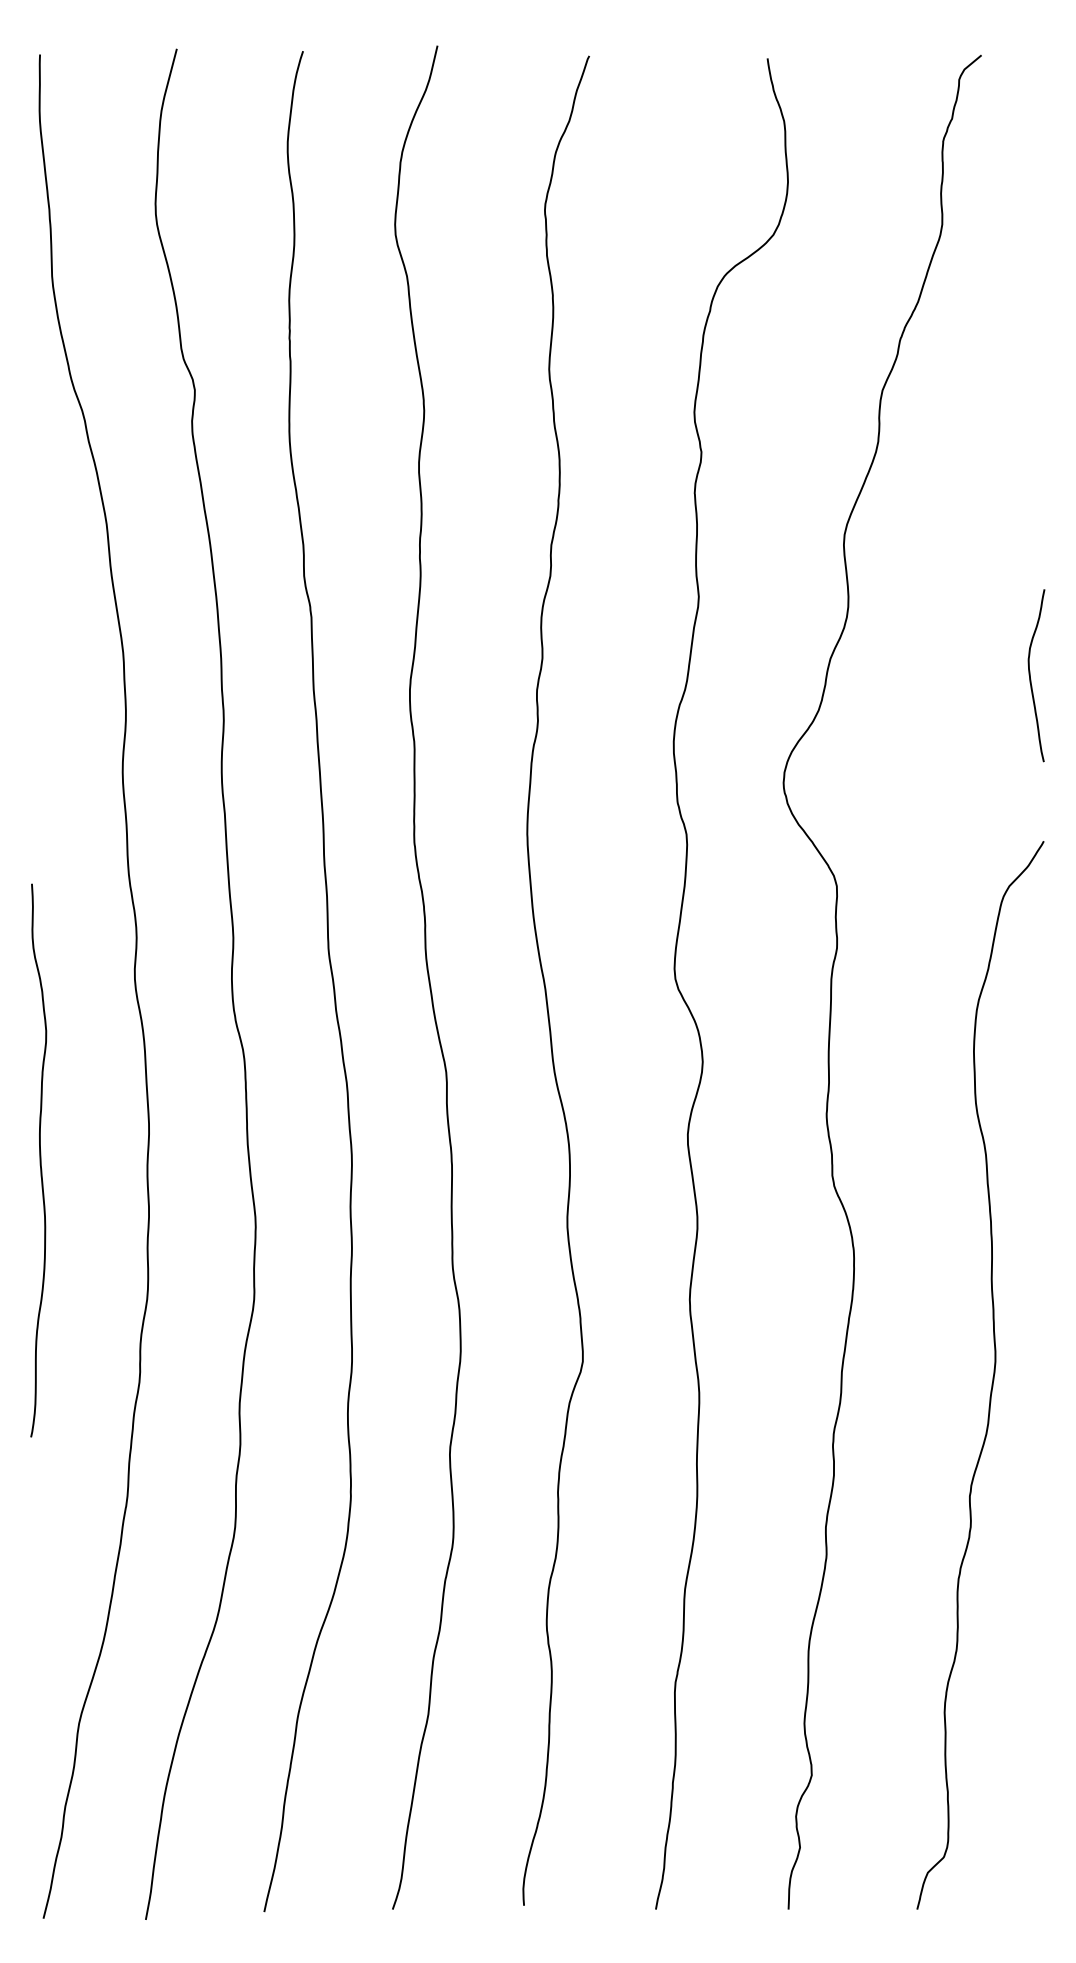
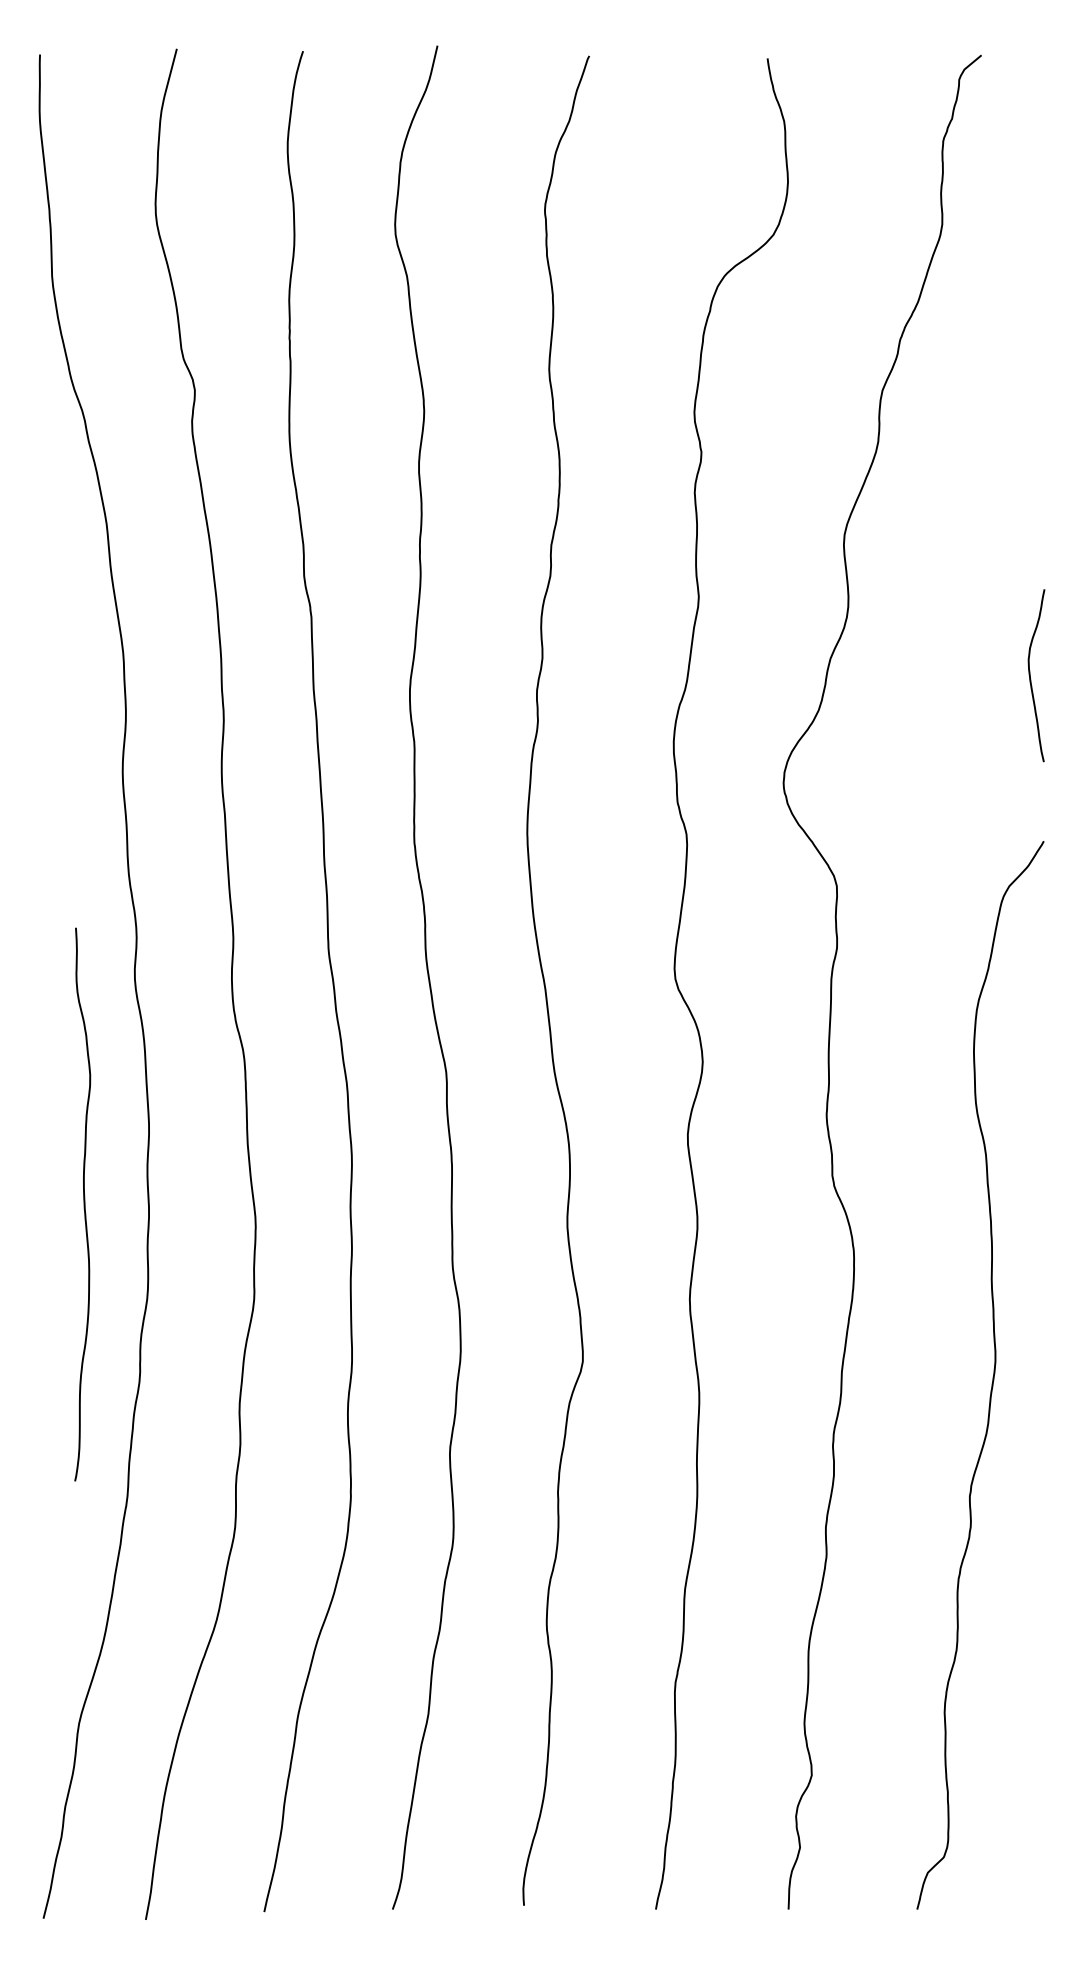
curve at (39, 1160) position: (39, 1160) -> (83, 1204)
